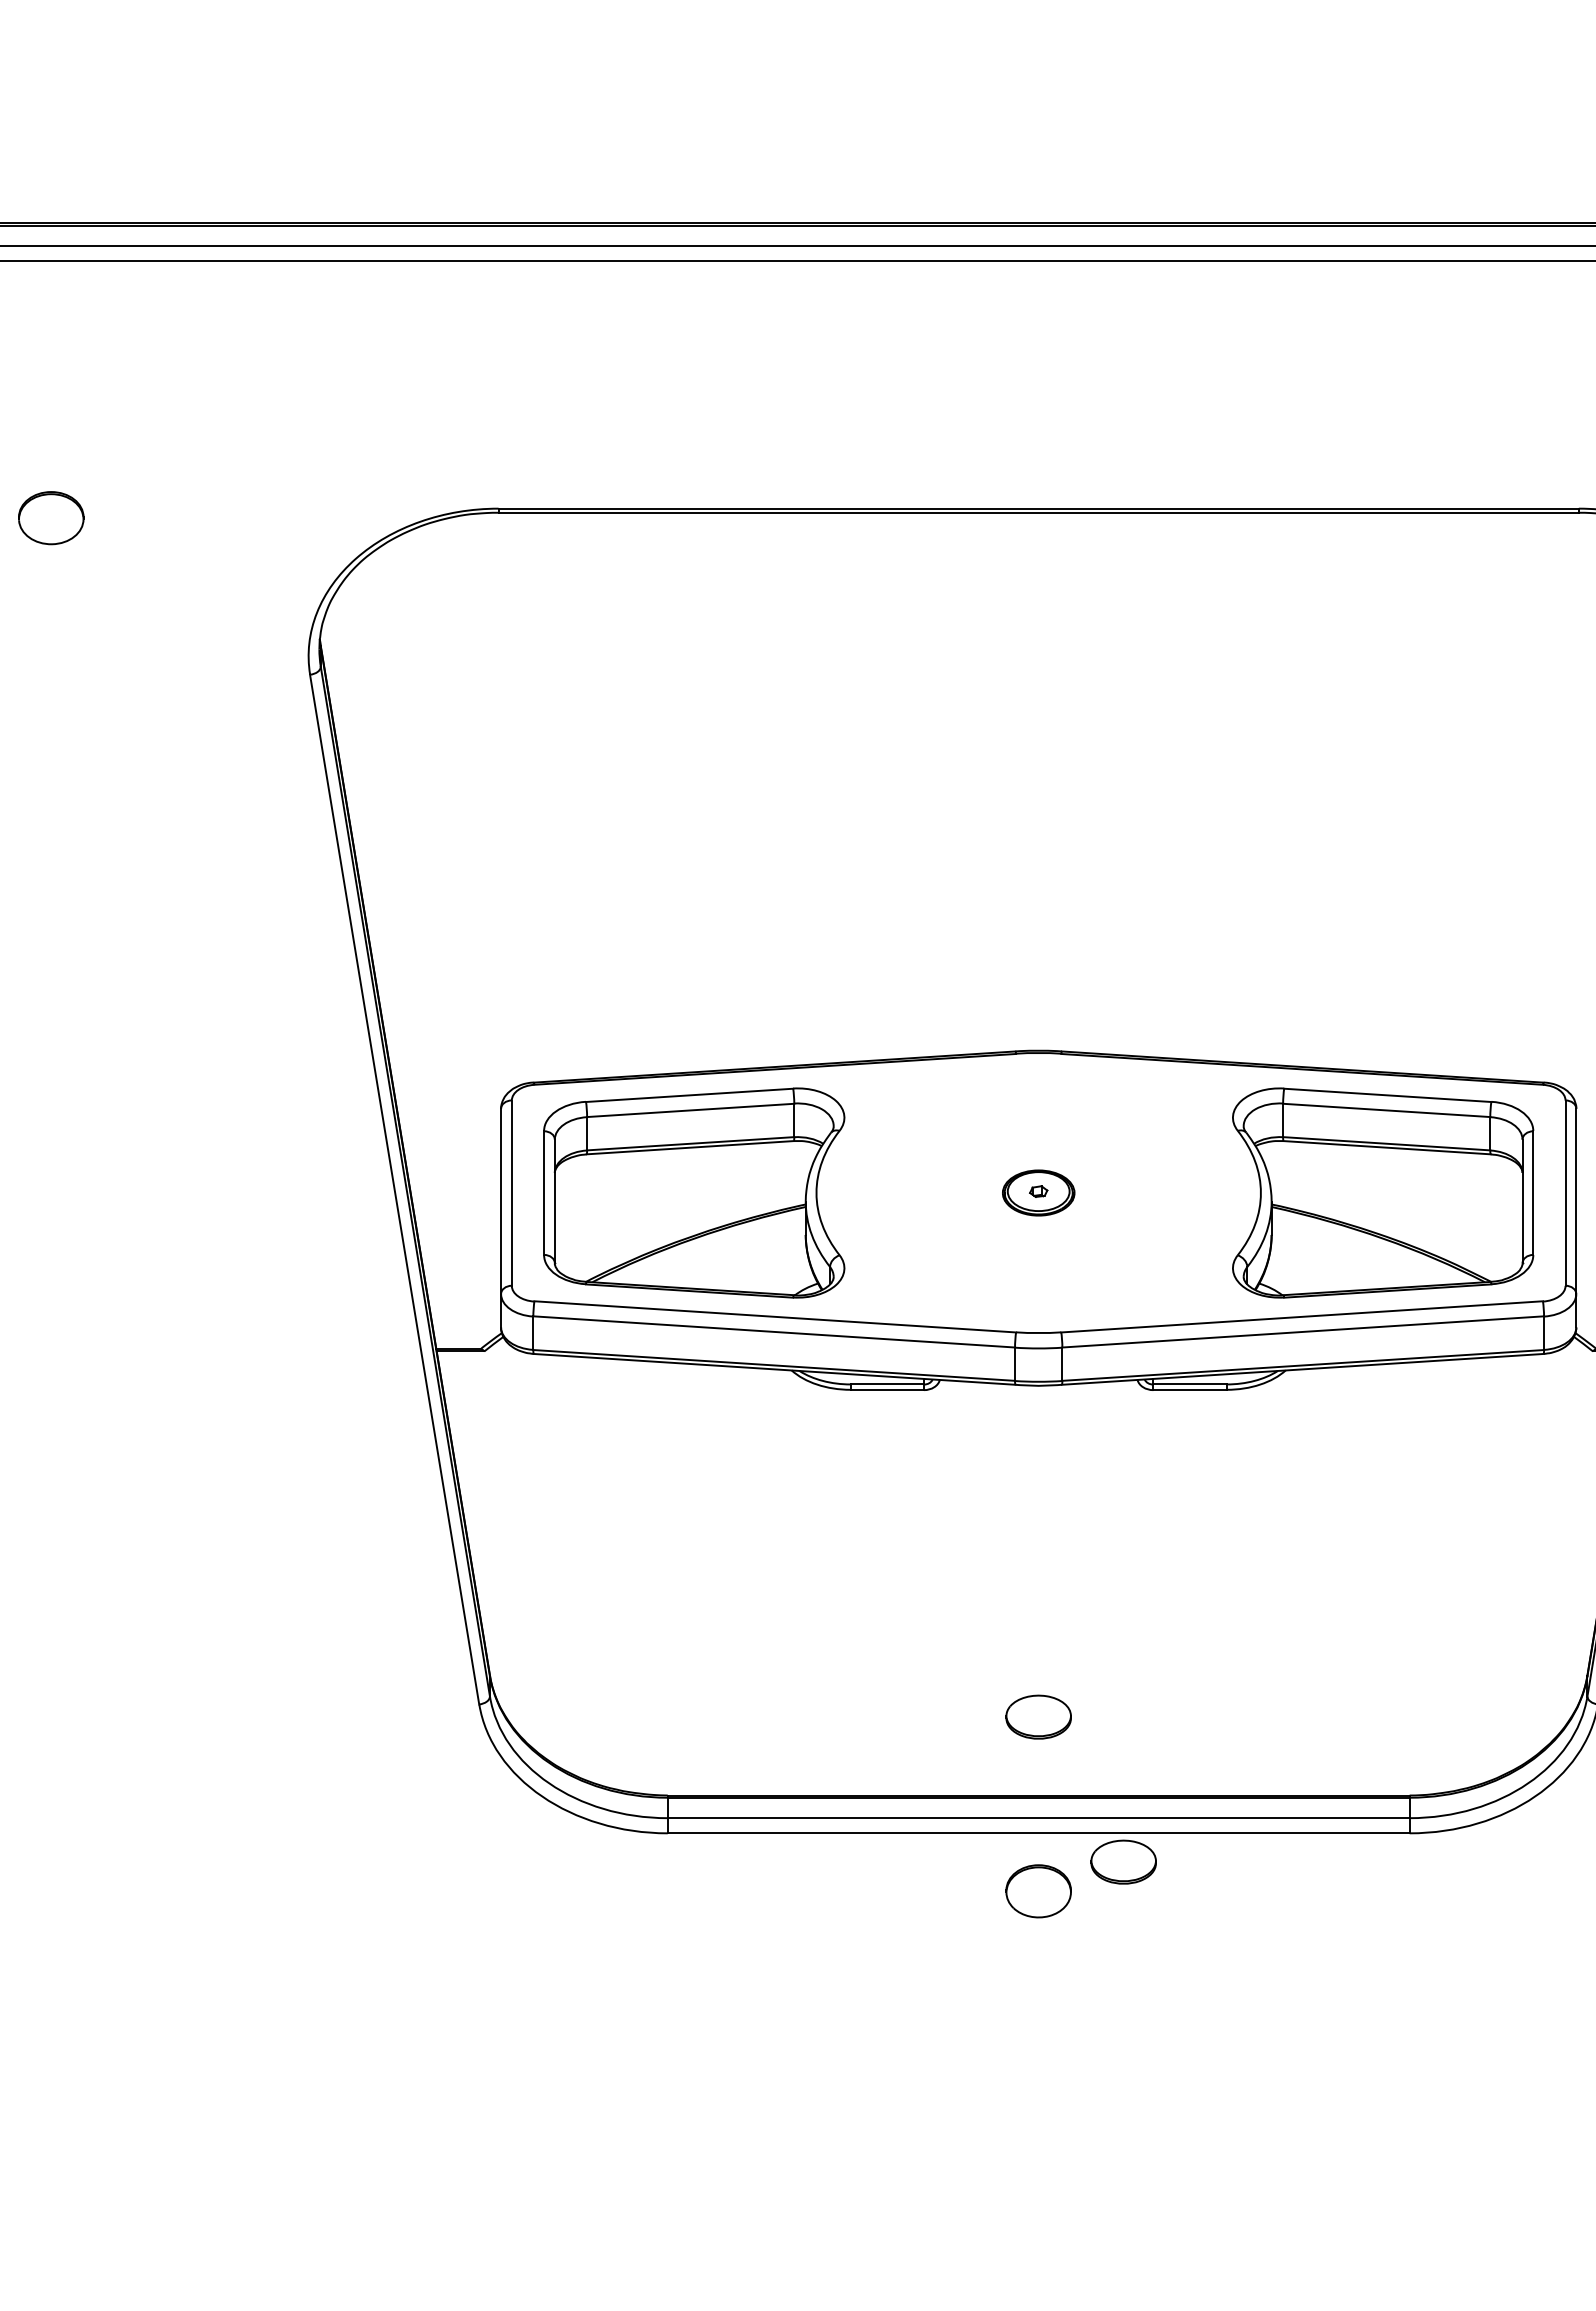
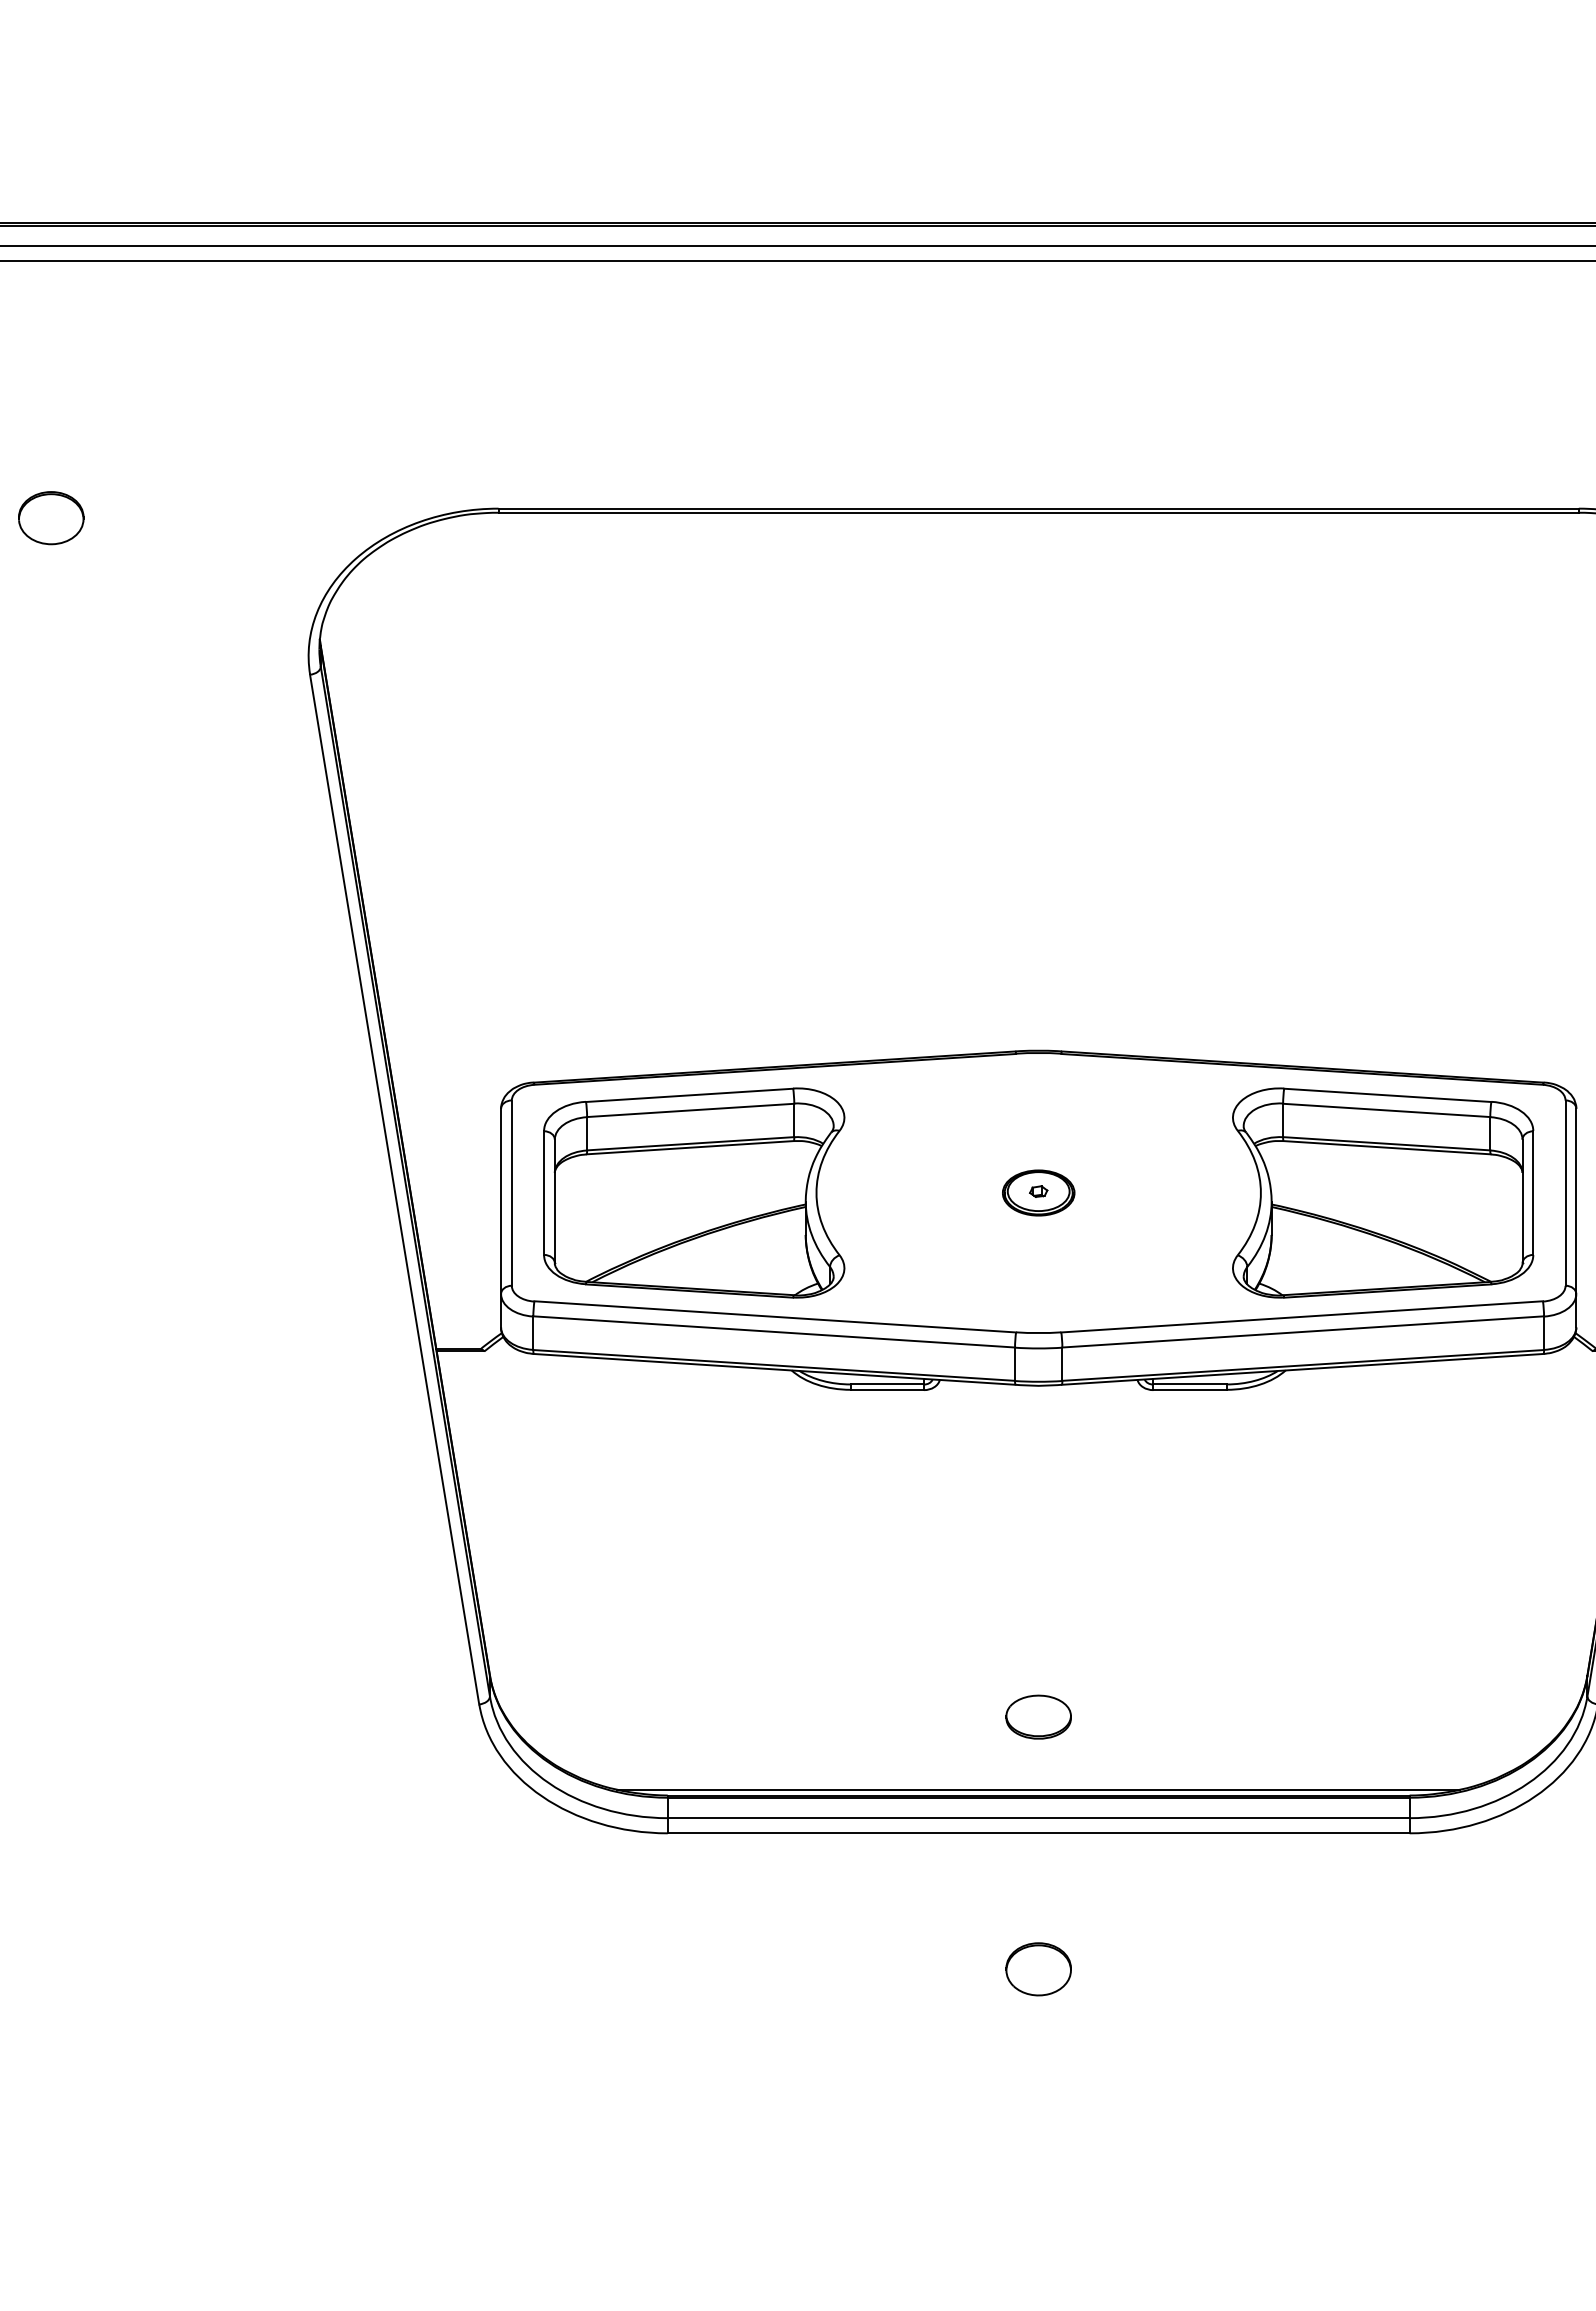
line at (1038, 1789): none -> present
part at (1123, 1861): present -> none
part at (1038, 1891) position: (1038, 1891) -> (1038, 1969)
